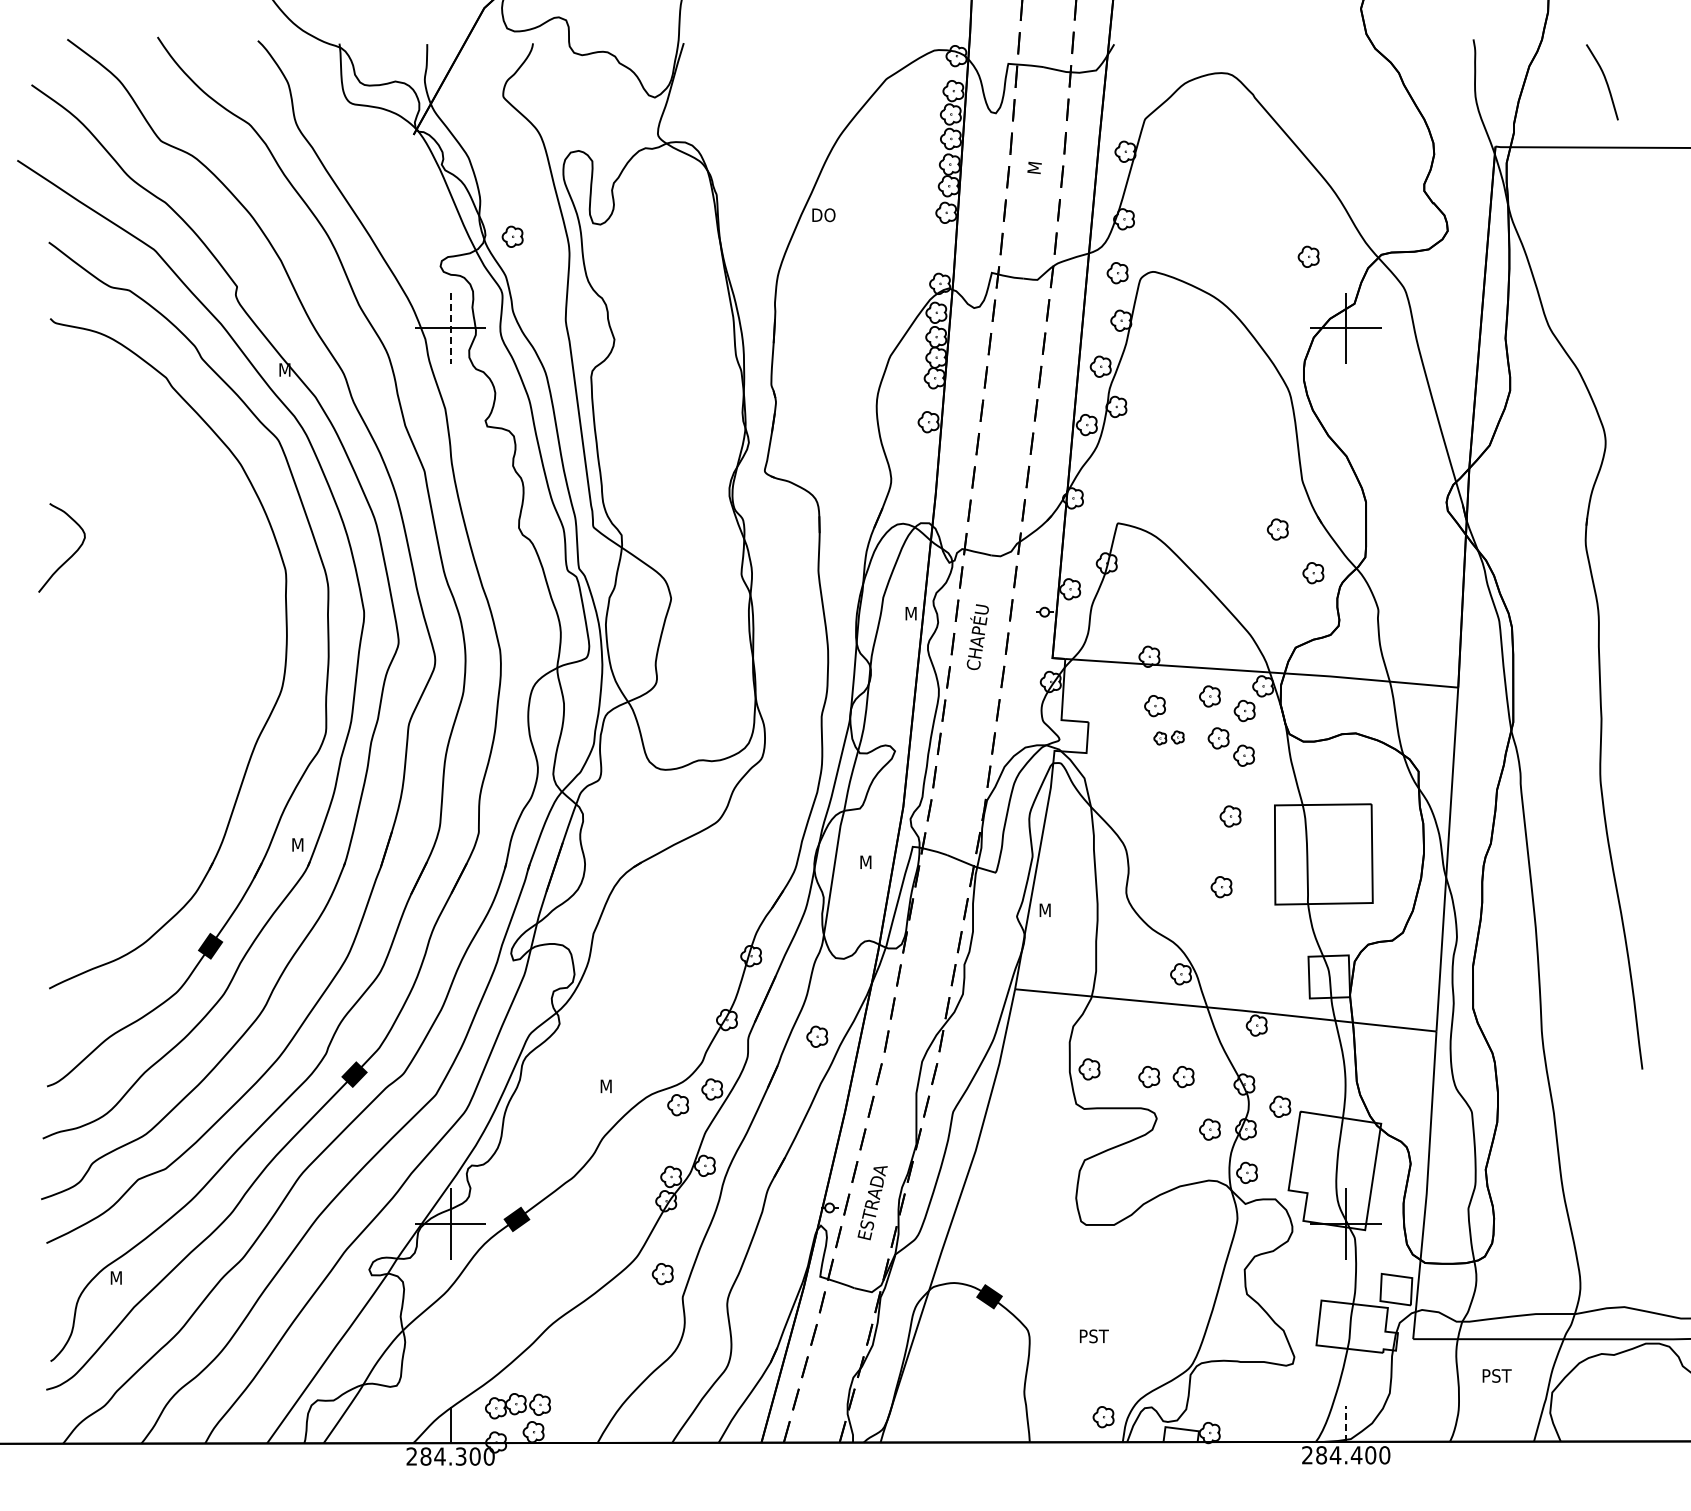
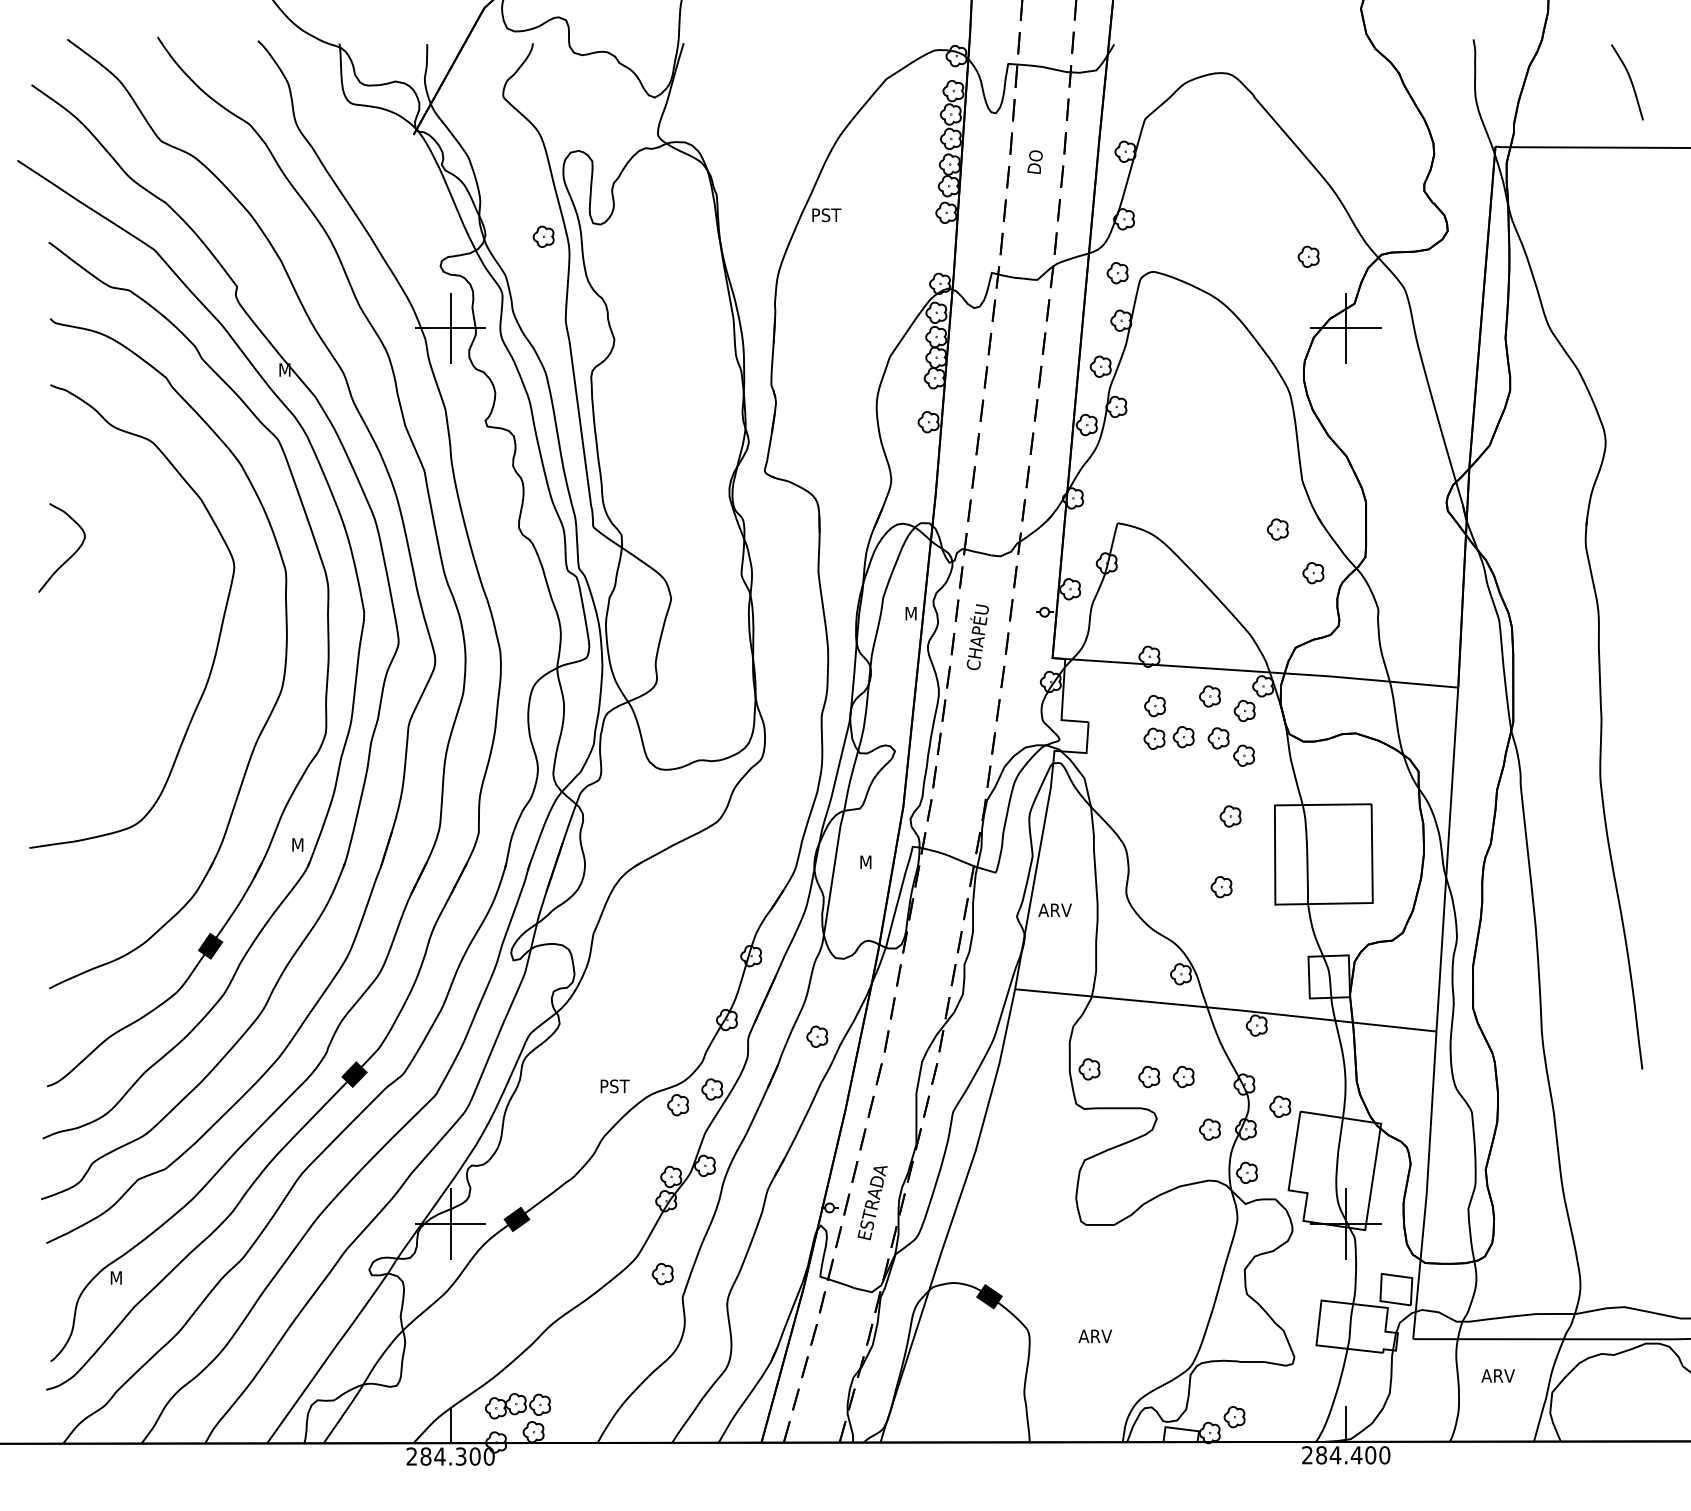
curve at (1605, 82) position: (1605, 82) -> (1630, 82)
text at (1034, 161): M -> DO
text at (827, 215): DO -> PST
part at (512, 236) position: (512, 236) -> (543, 236)
line at (450, 328): dashed -> solid
curve at (219, 631): none -> present
part at (1168, 737) size: 32x16 px -> 52x24 px
text at (1054, 909): M -> ARV
text at (615, 1086): M -> PST
text at (1094, 1336): PST -> ARV
text at (1497, 1375): PST -> ARV
part at (1103, 1417) position: (1103, 1417) -> (1234, 1417)
line at (1346, 1423): dashed -> solid
